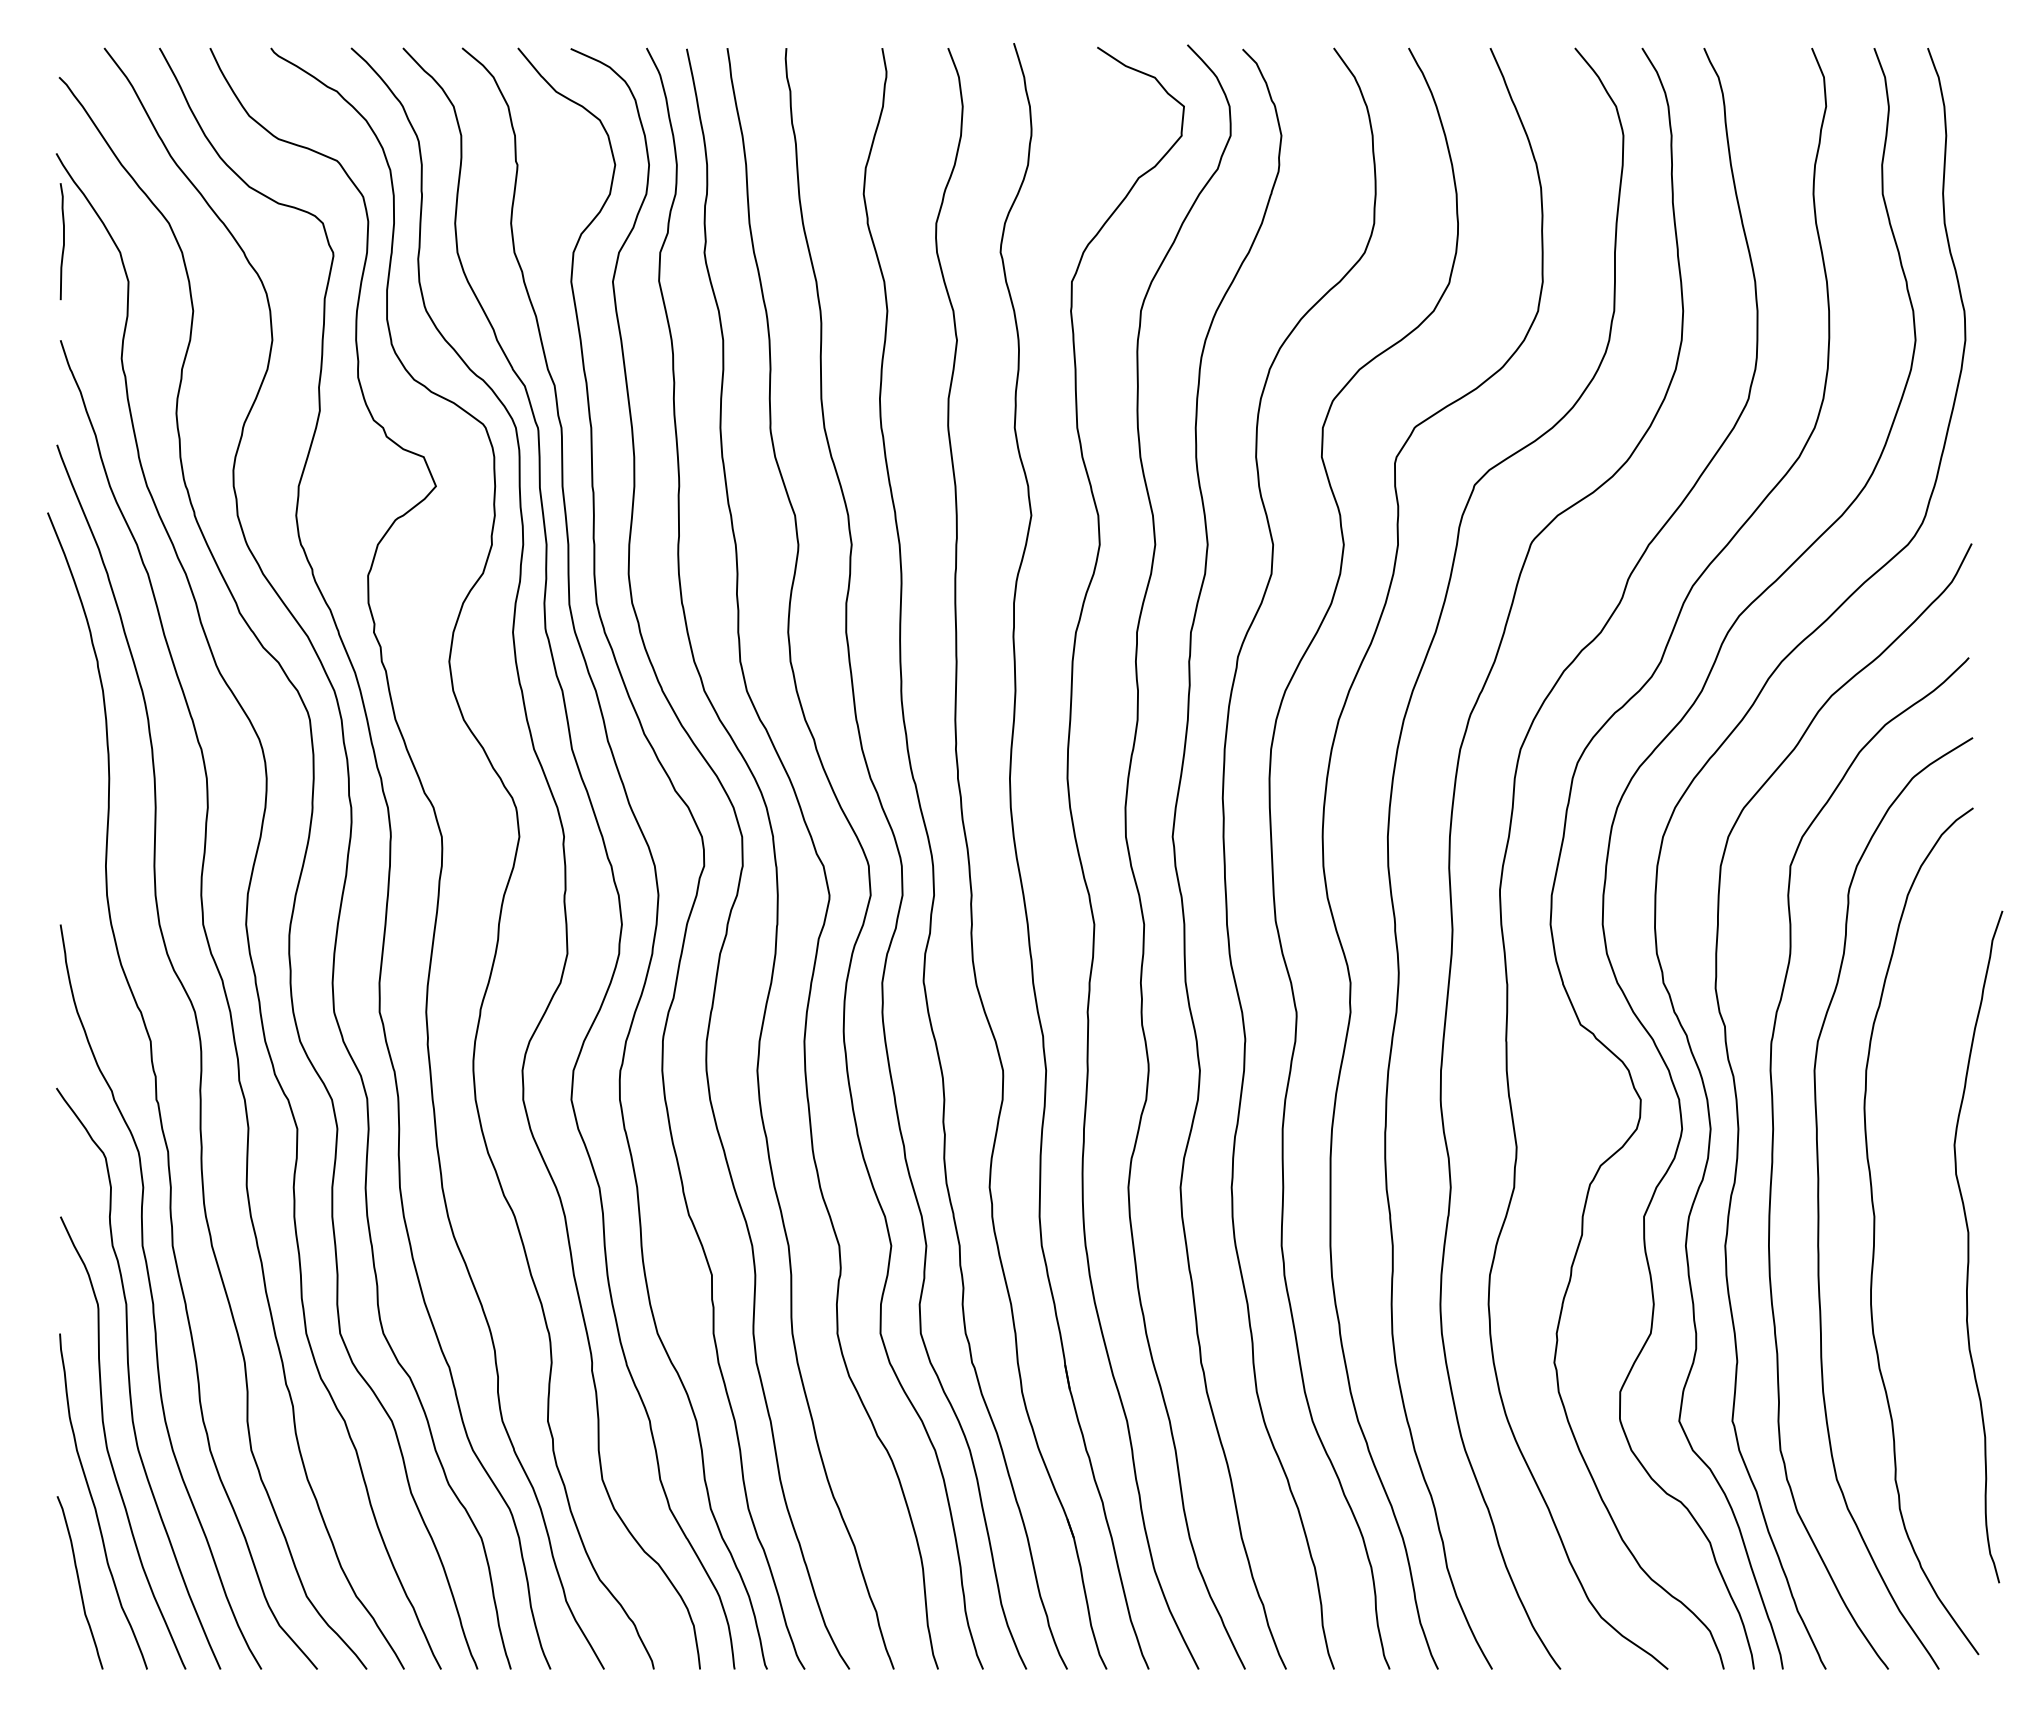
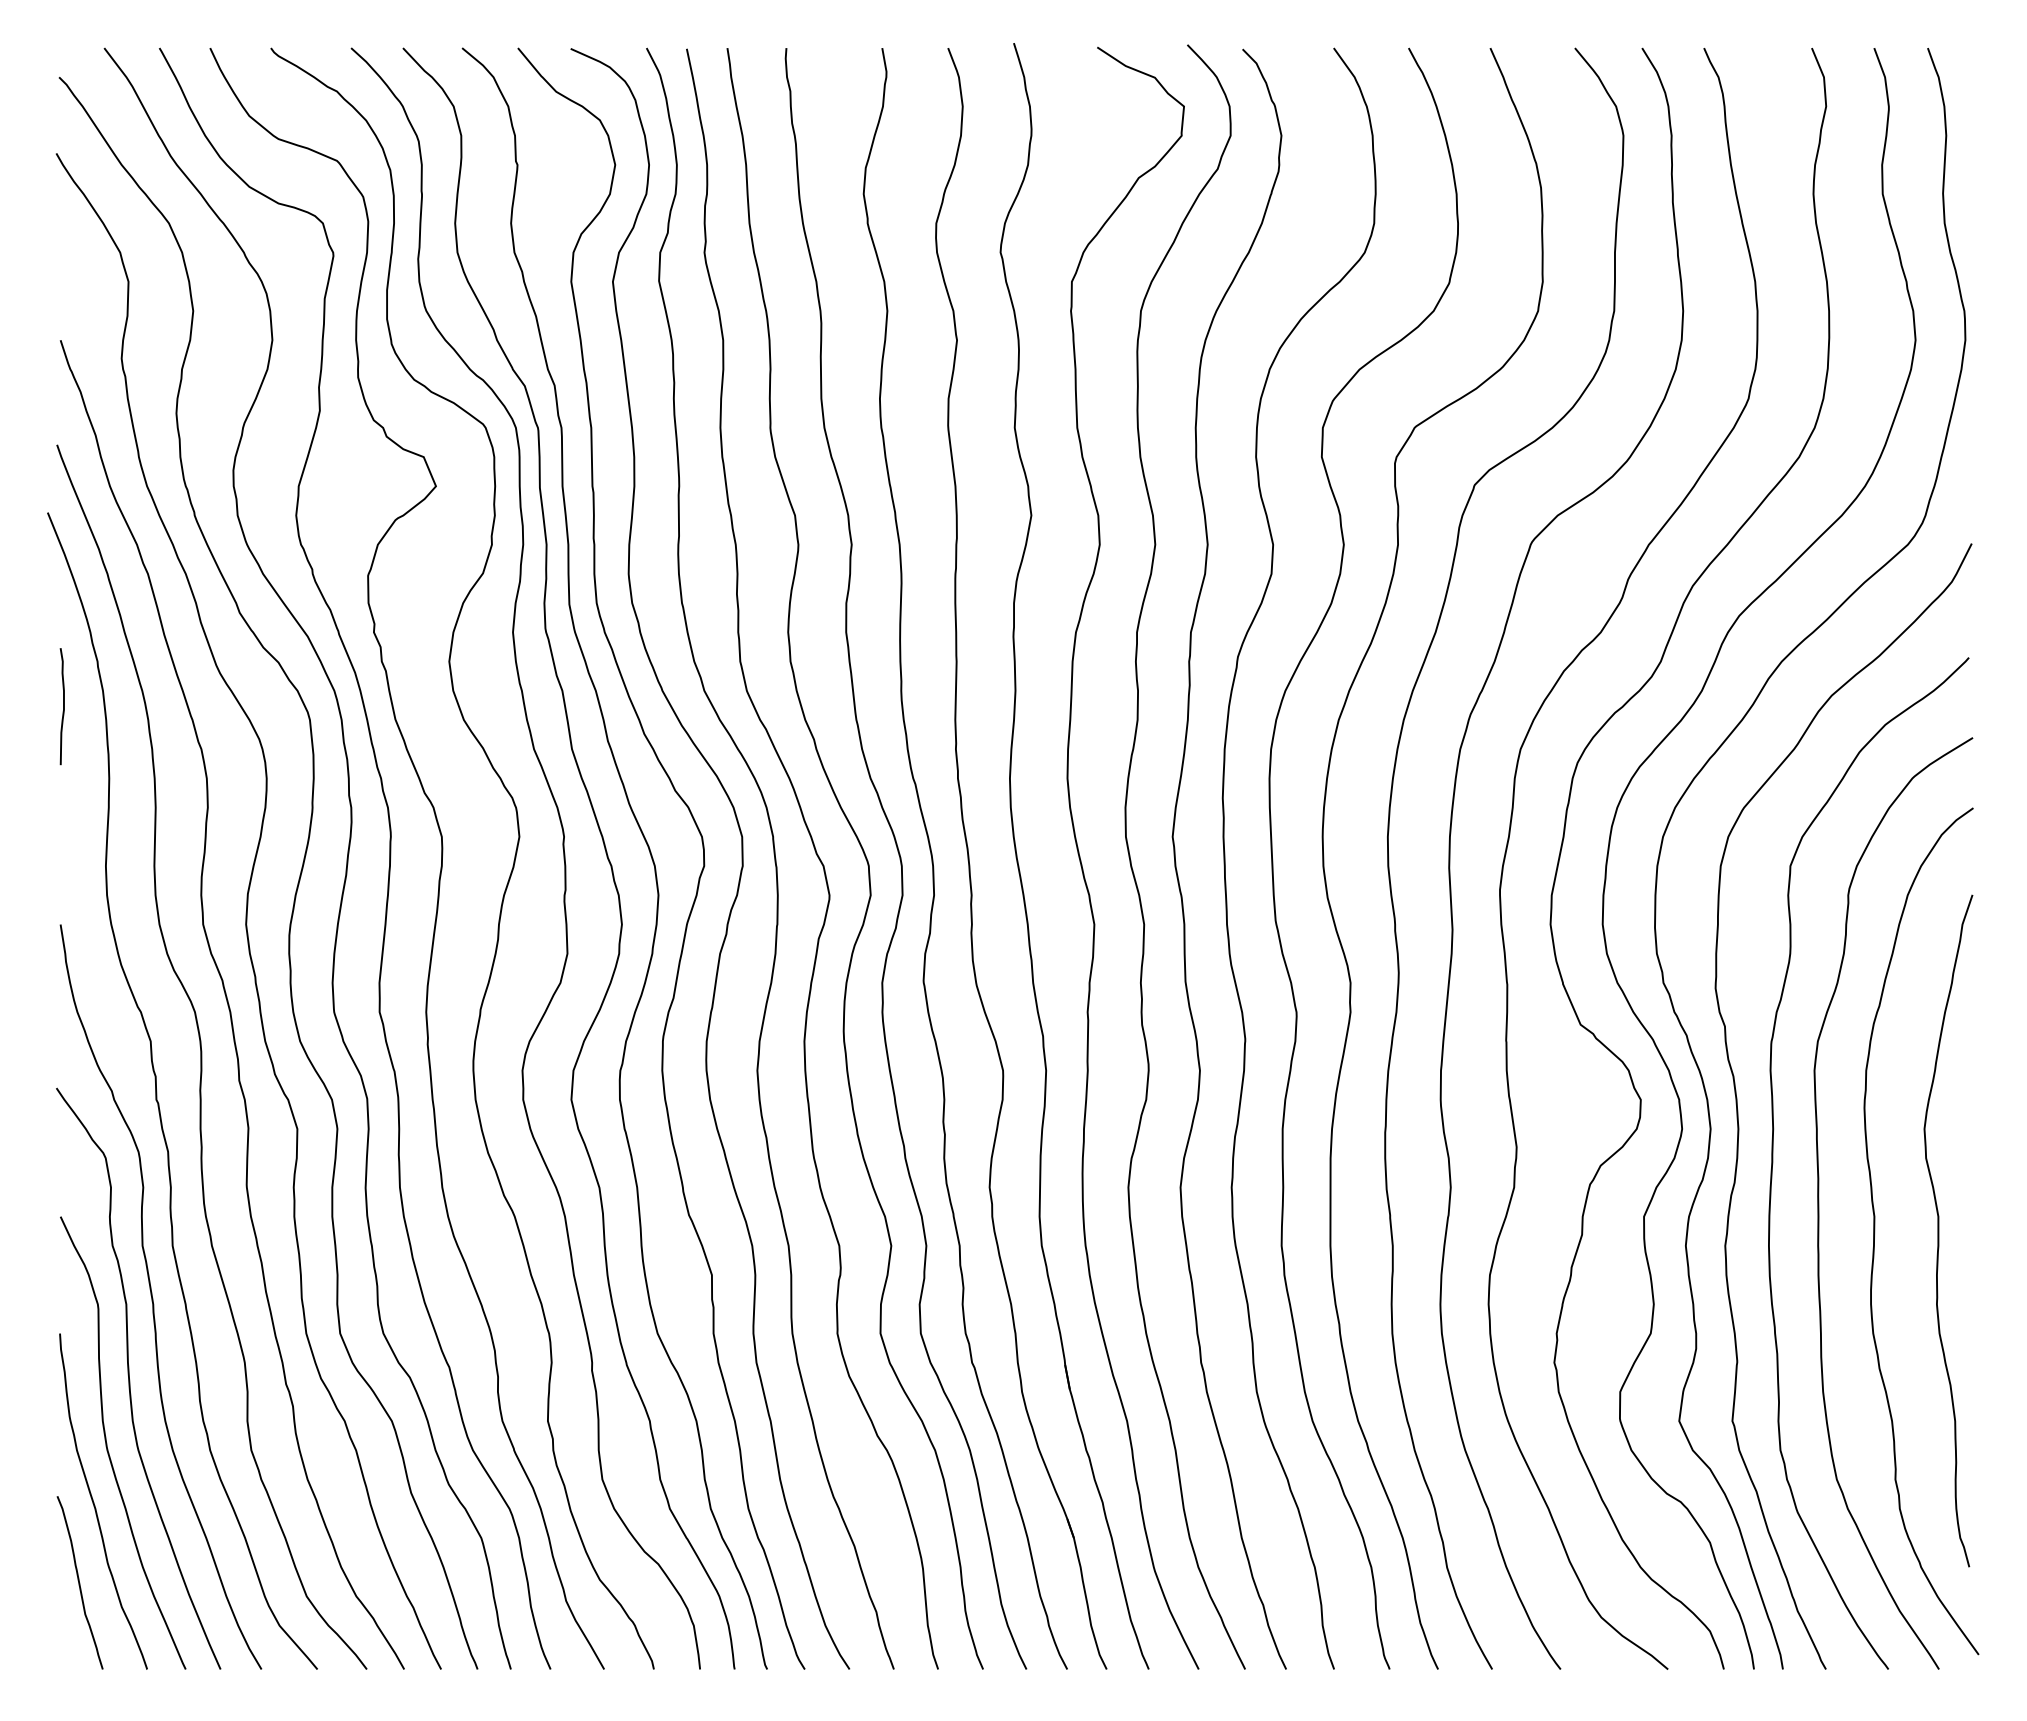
curve at (63, 241) position: (63, 241) -> (63, 706)
curve at (1969, 1246) position: (1969, 1246) -> (1939, 1230)
